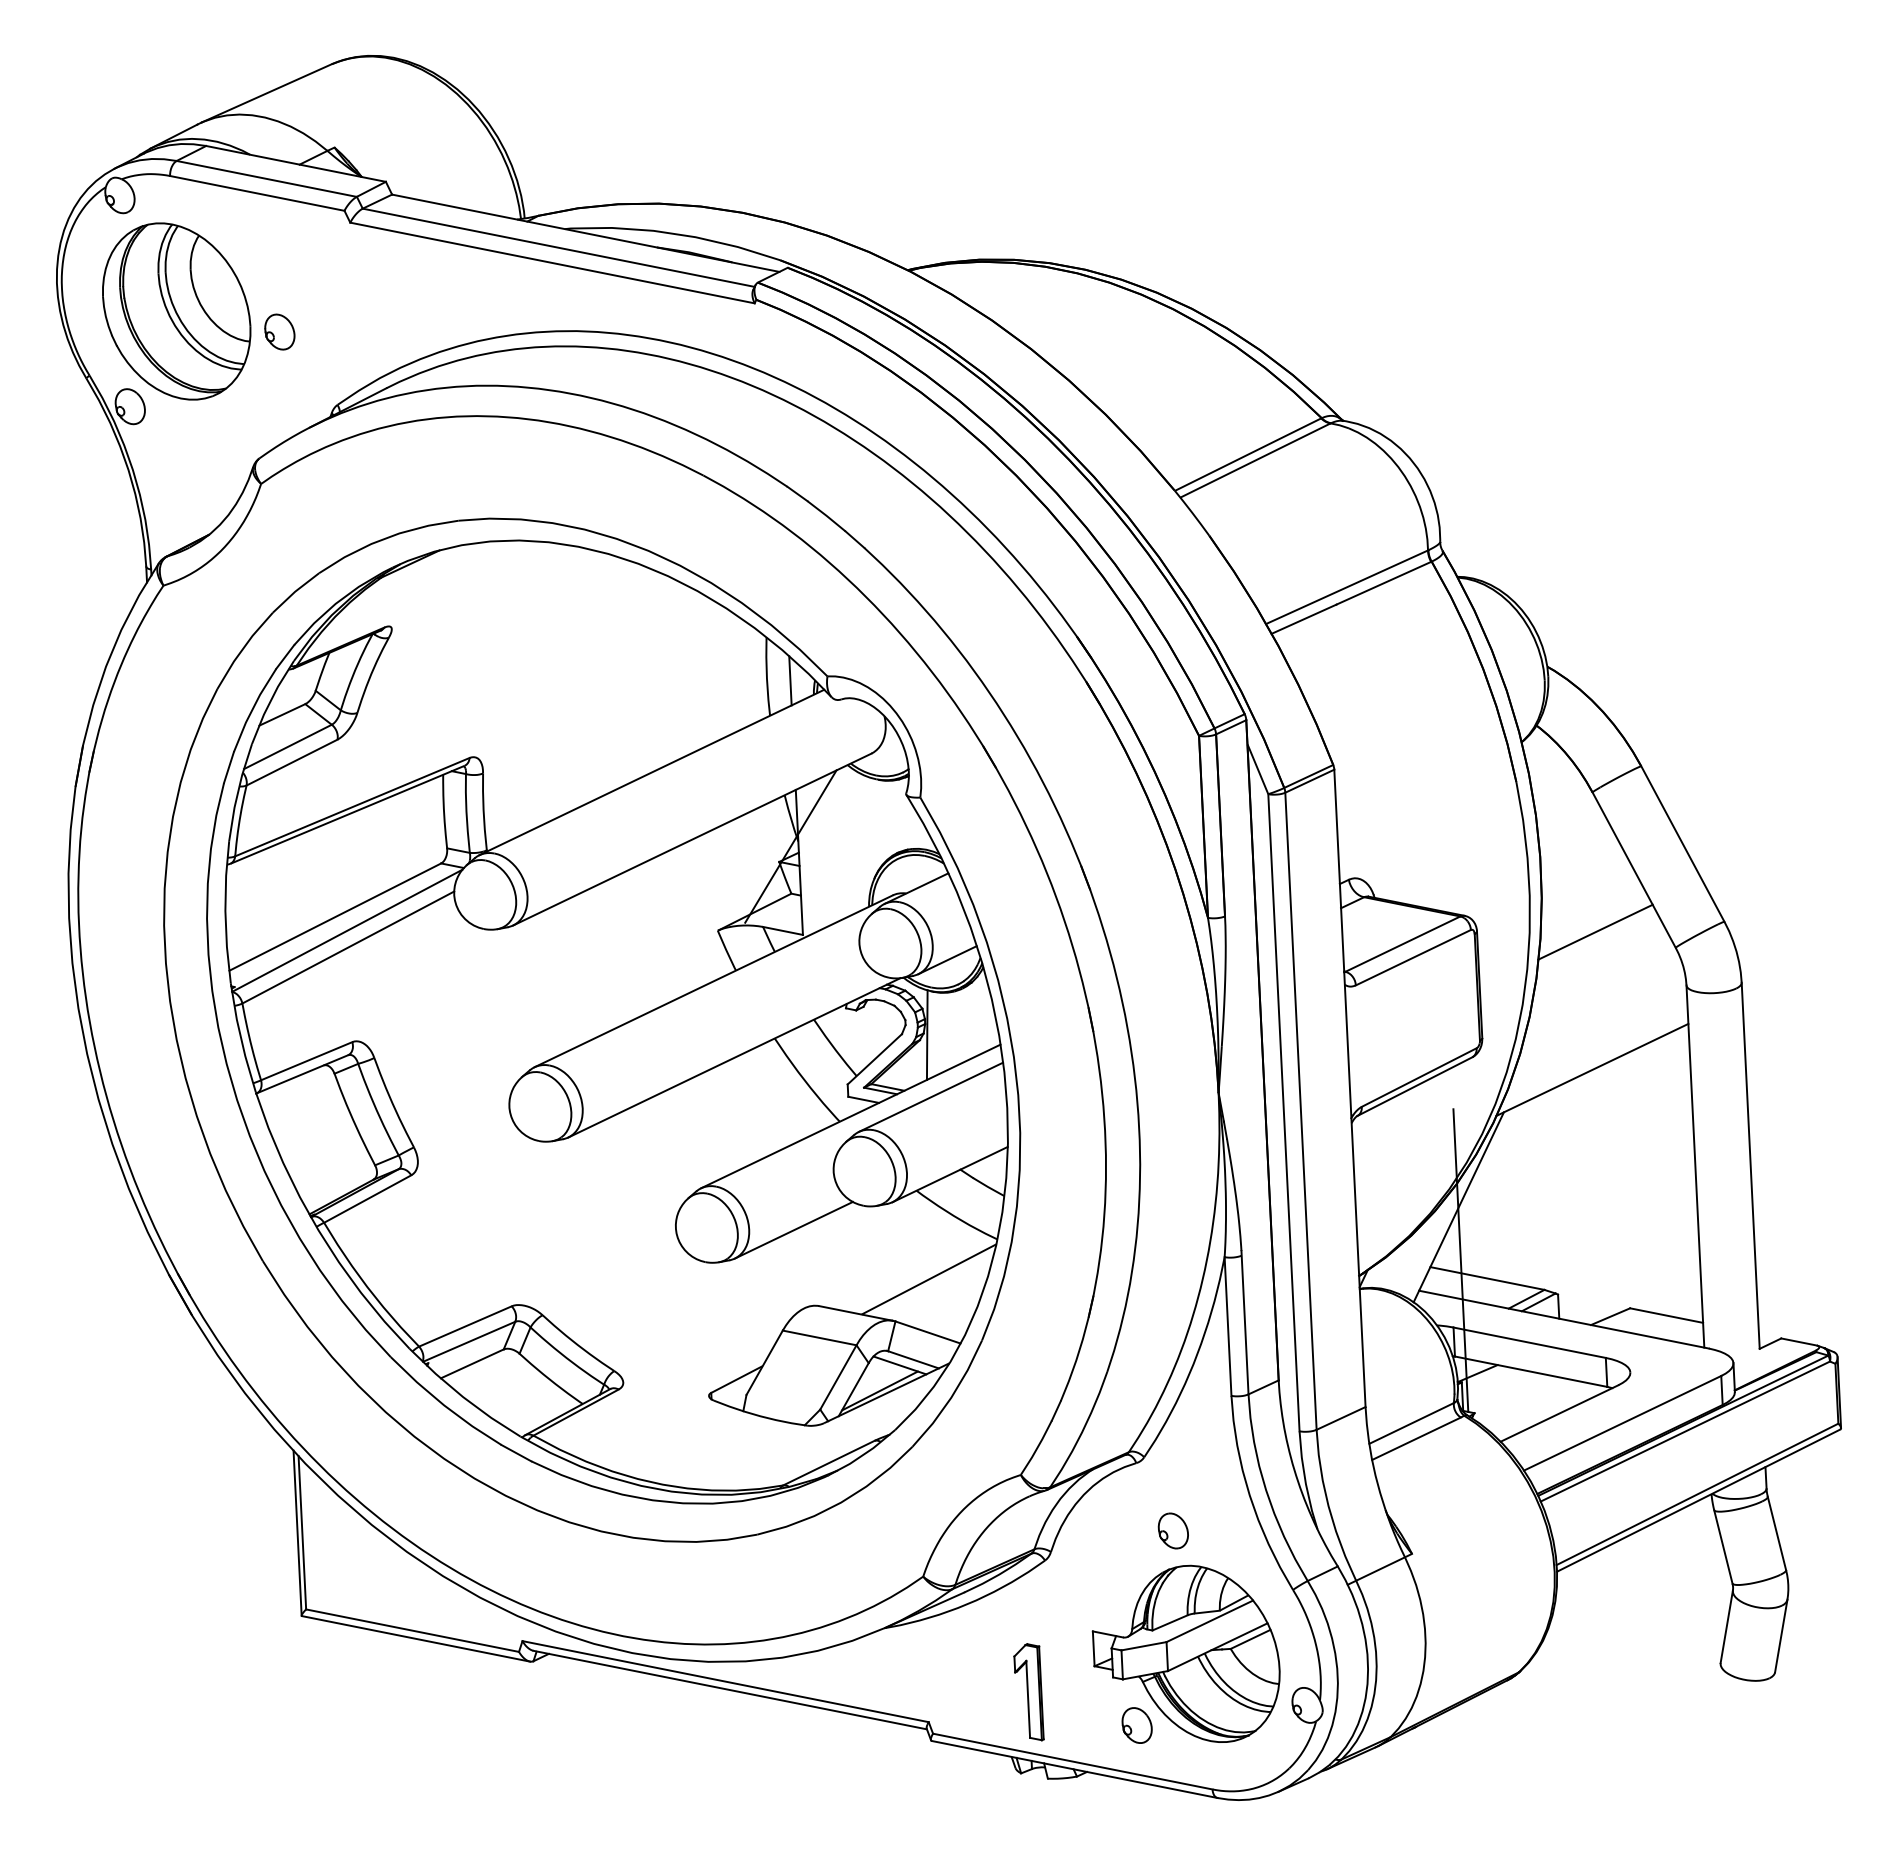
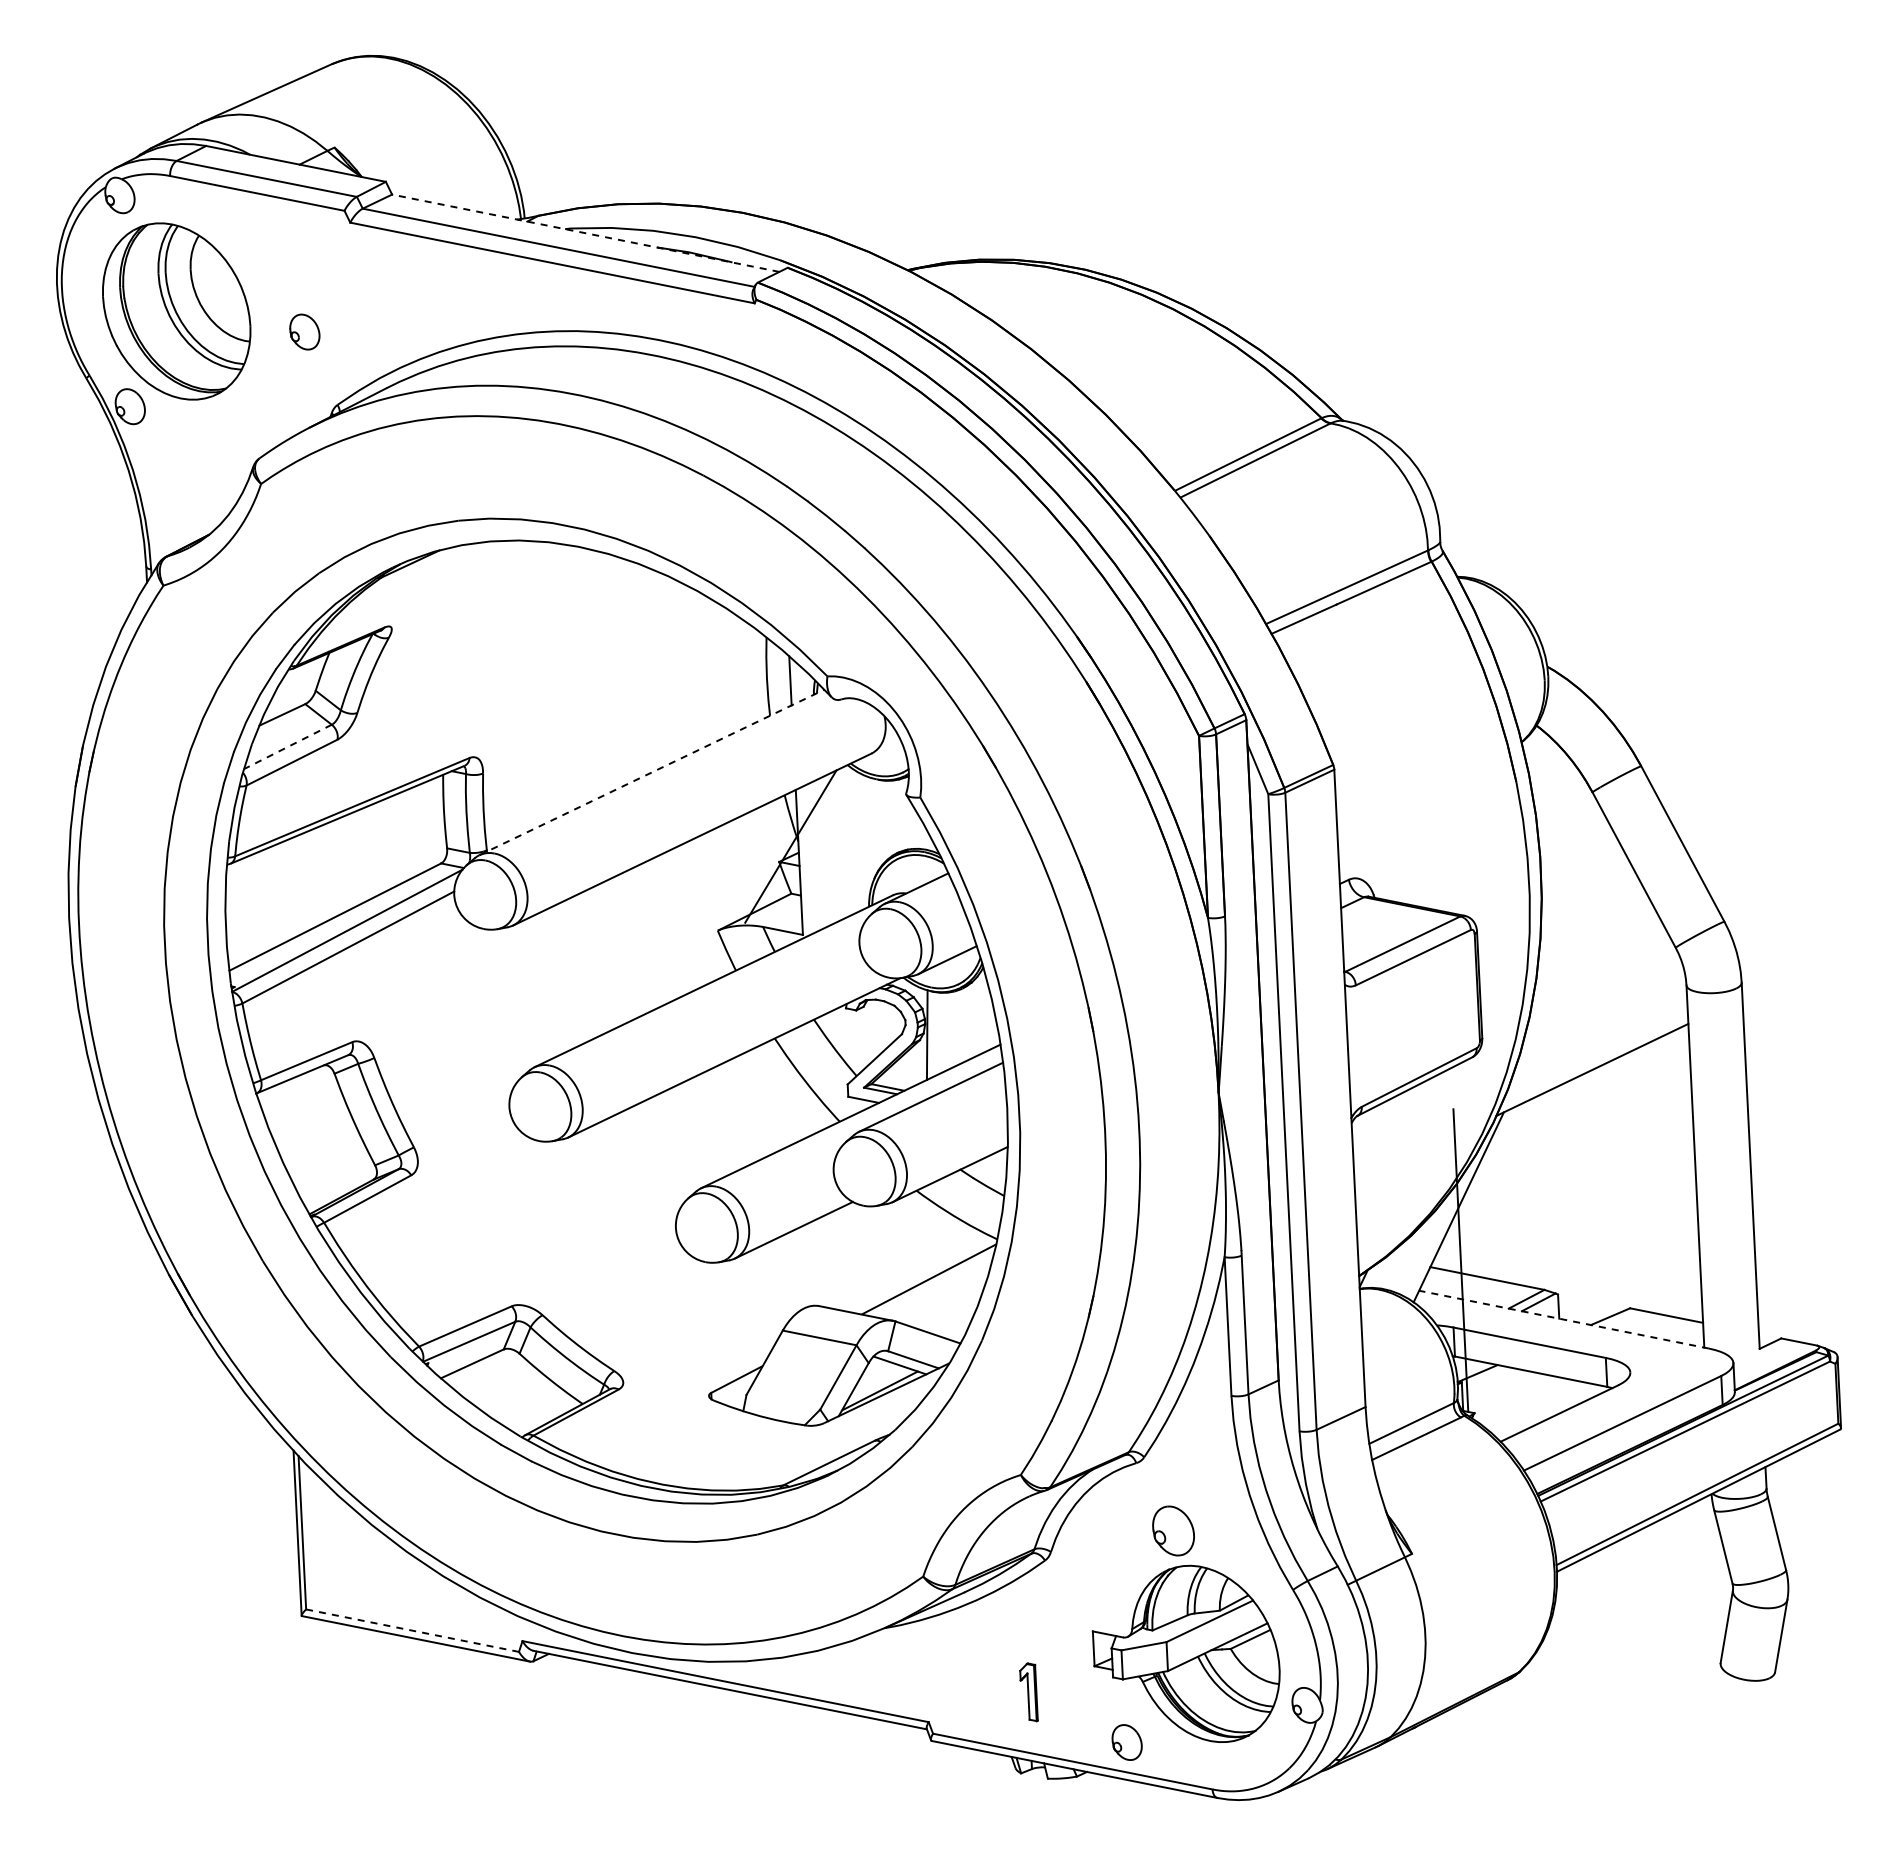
line at (585, 233): solid -> dashed
part at (279, 331) position: (279, 331) -> (304, 331)
line at (287, 747): solid -> dashed
line at (652, 772): solid -> dashed
line at (1595, 931): present -> none
line at (1564, 1319): solid -> dashed
part at (1172, 1530) size: 32x38 px -> 43x52 px
line at (412, 1630): solid -> dashed
part at (1028, 1692) size: 32x99 px -> 20x61 px
part at (1136, 1725) position: (1136, 1725) -> (1126, 1742)
